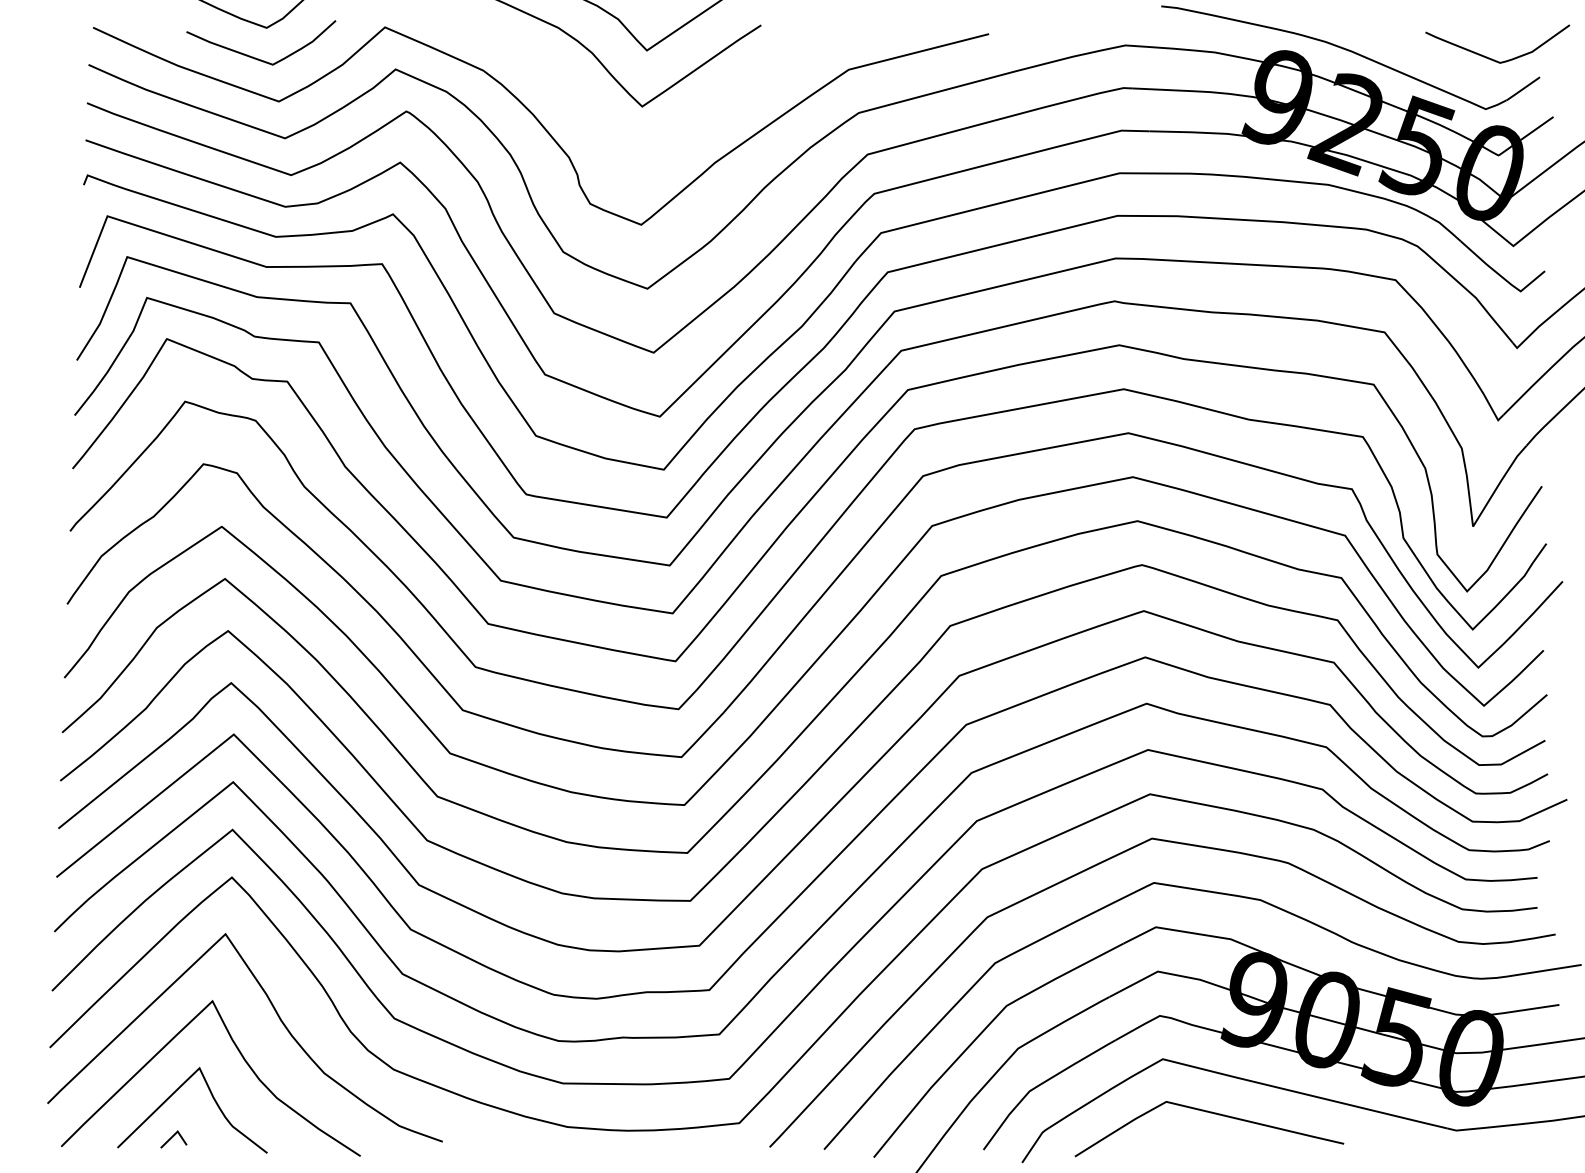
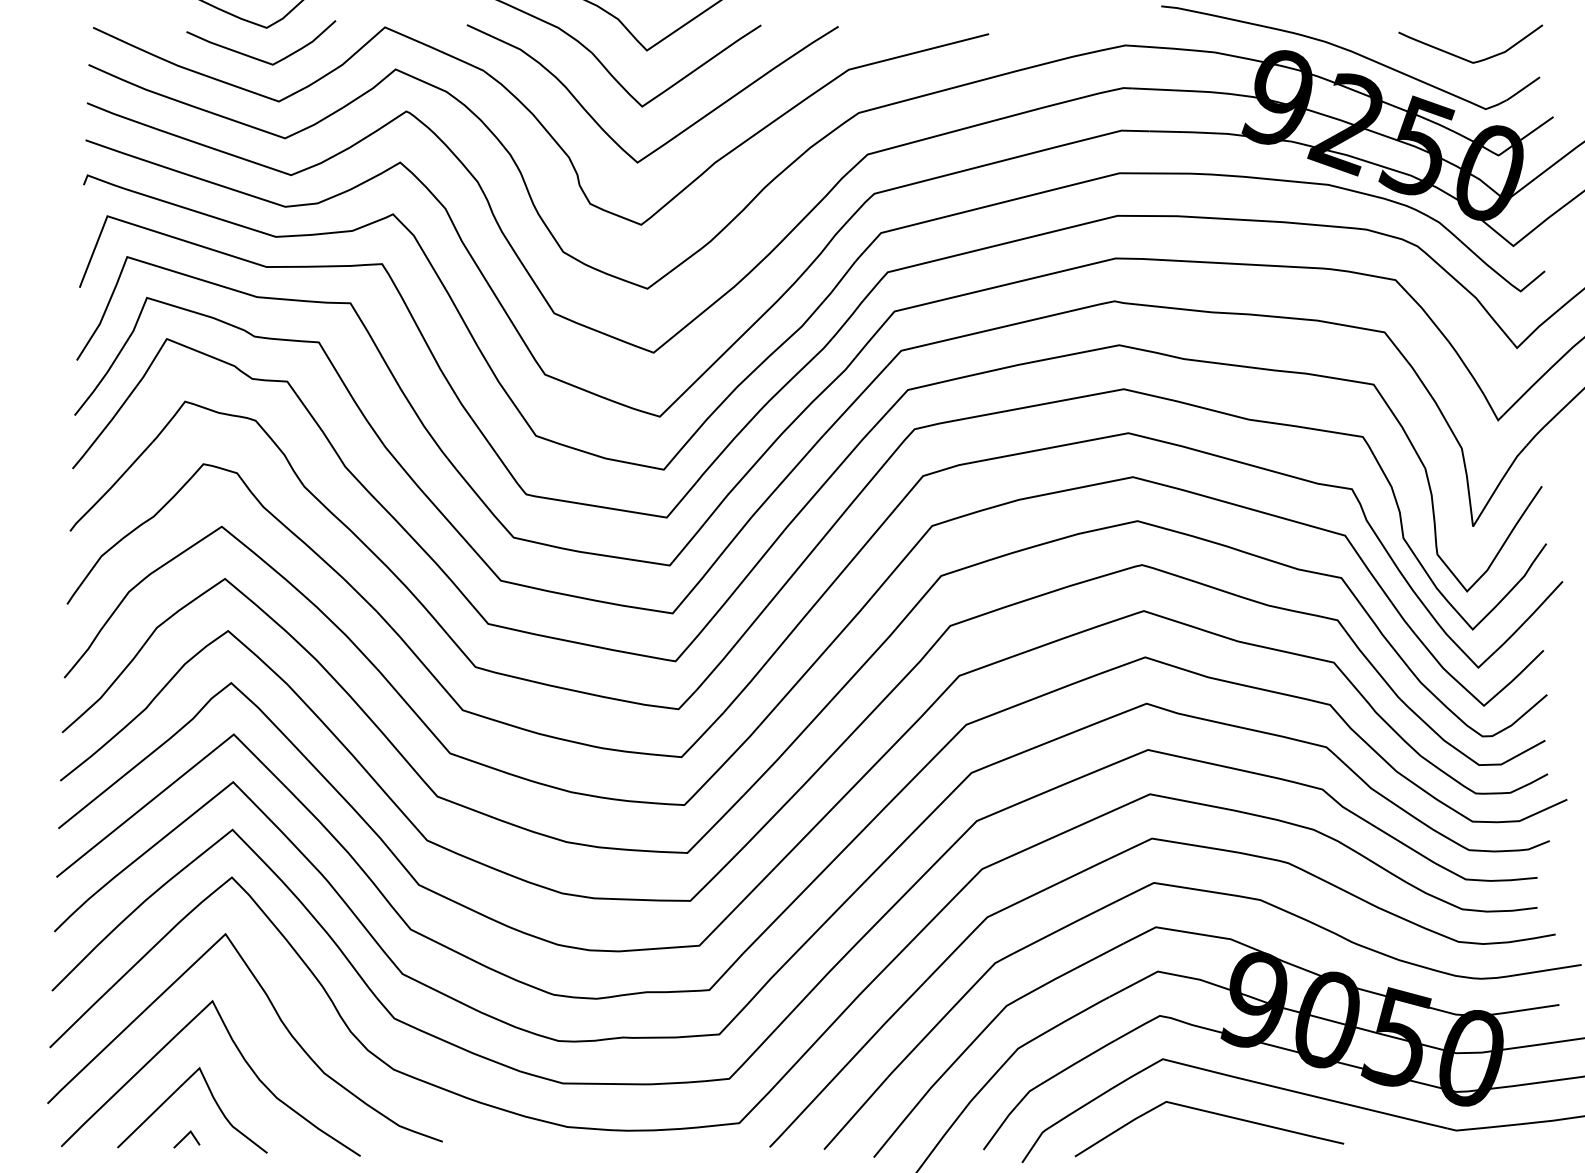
curve at (1492, 58) position: (1492, 58) -> (1465, 58)
curve at (679, 132): none -> present
line at (172, 1138) position: (172, 1138) -> (185, 1138)
